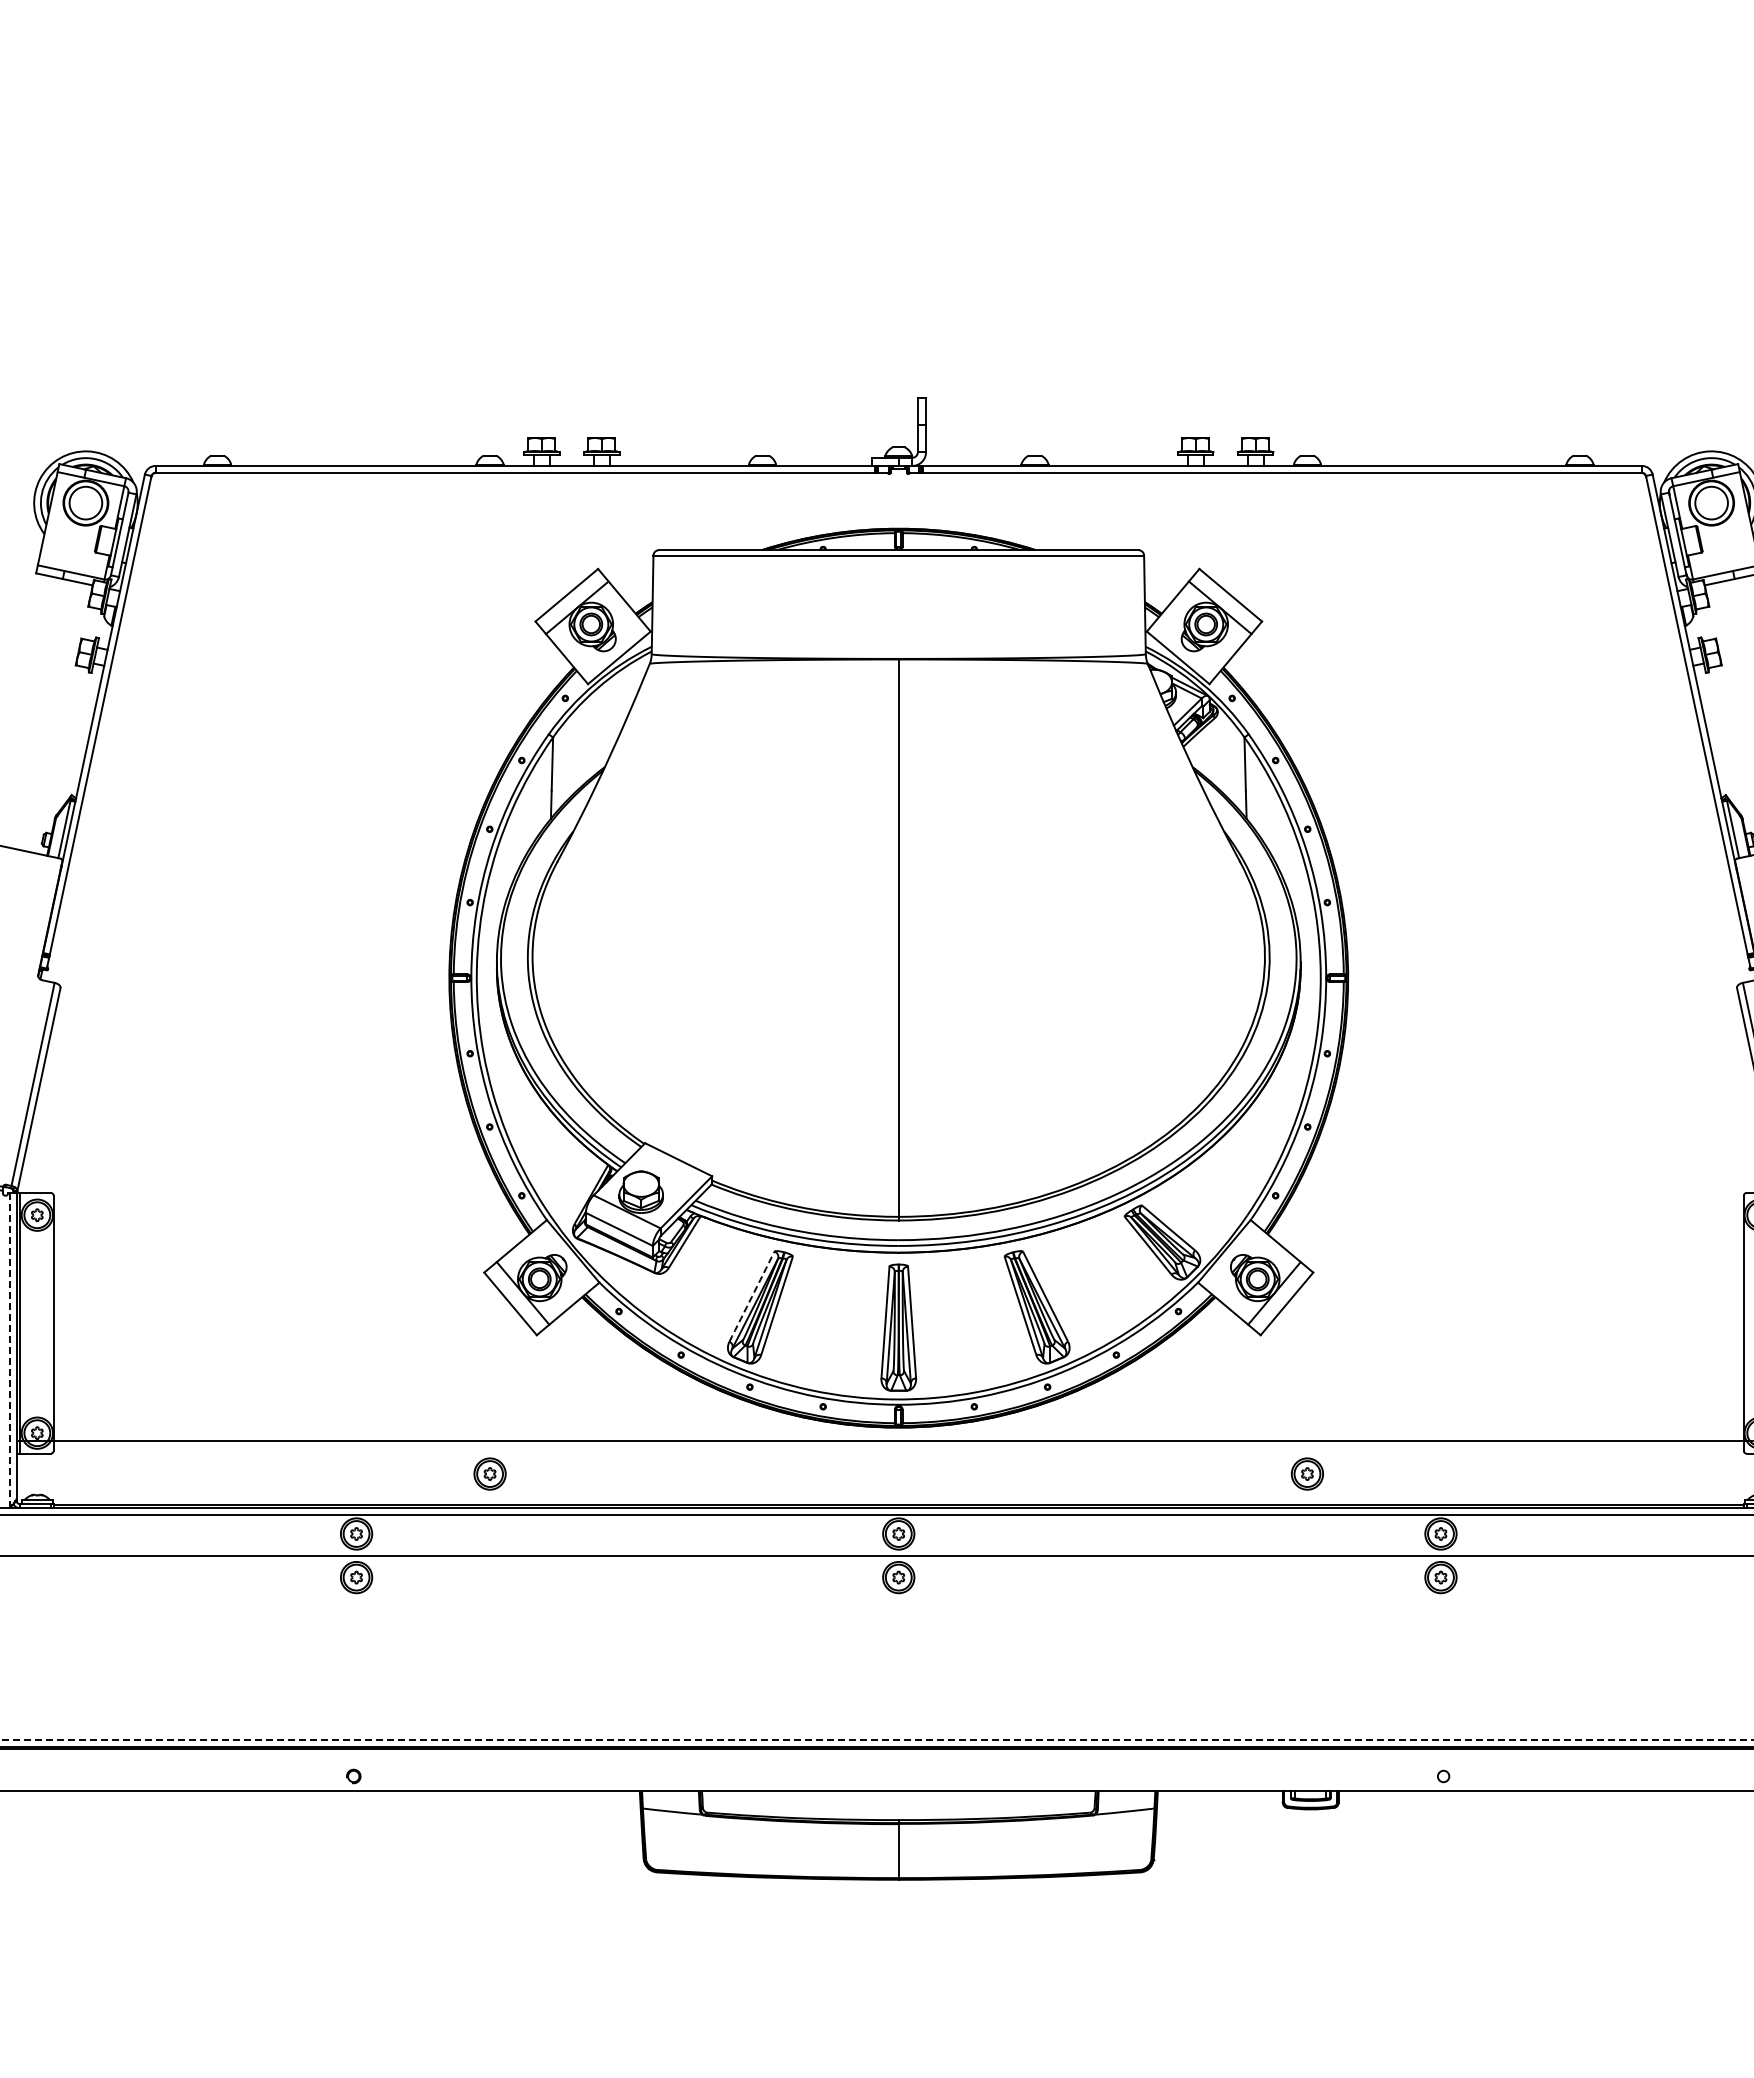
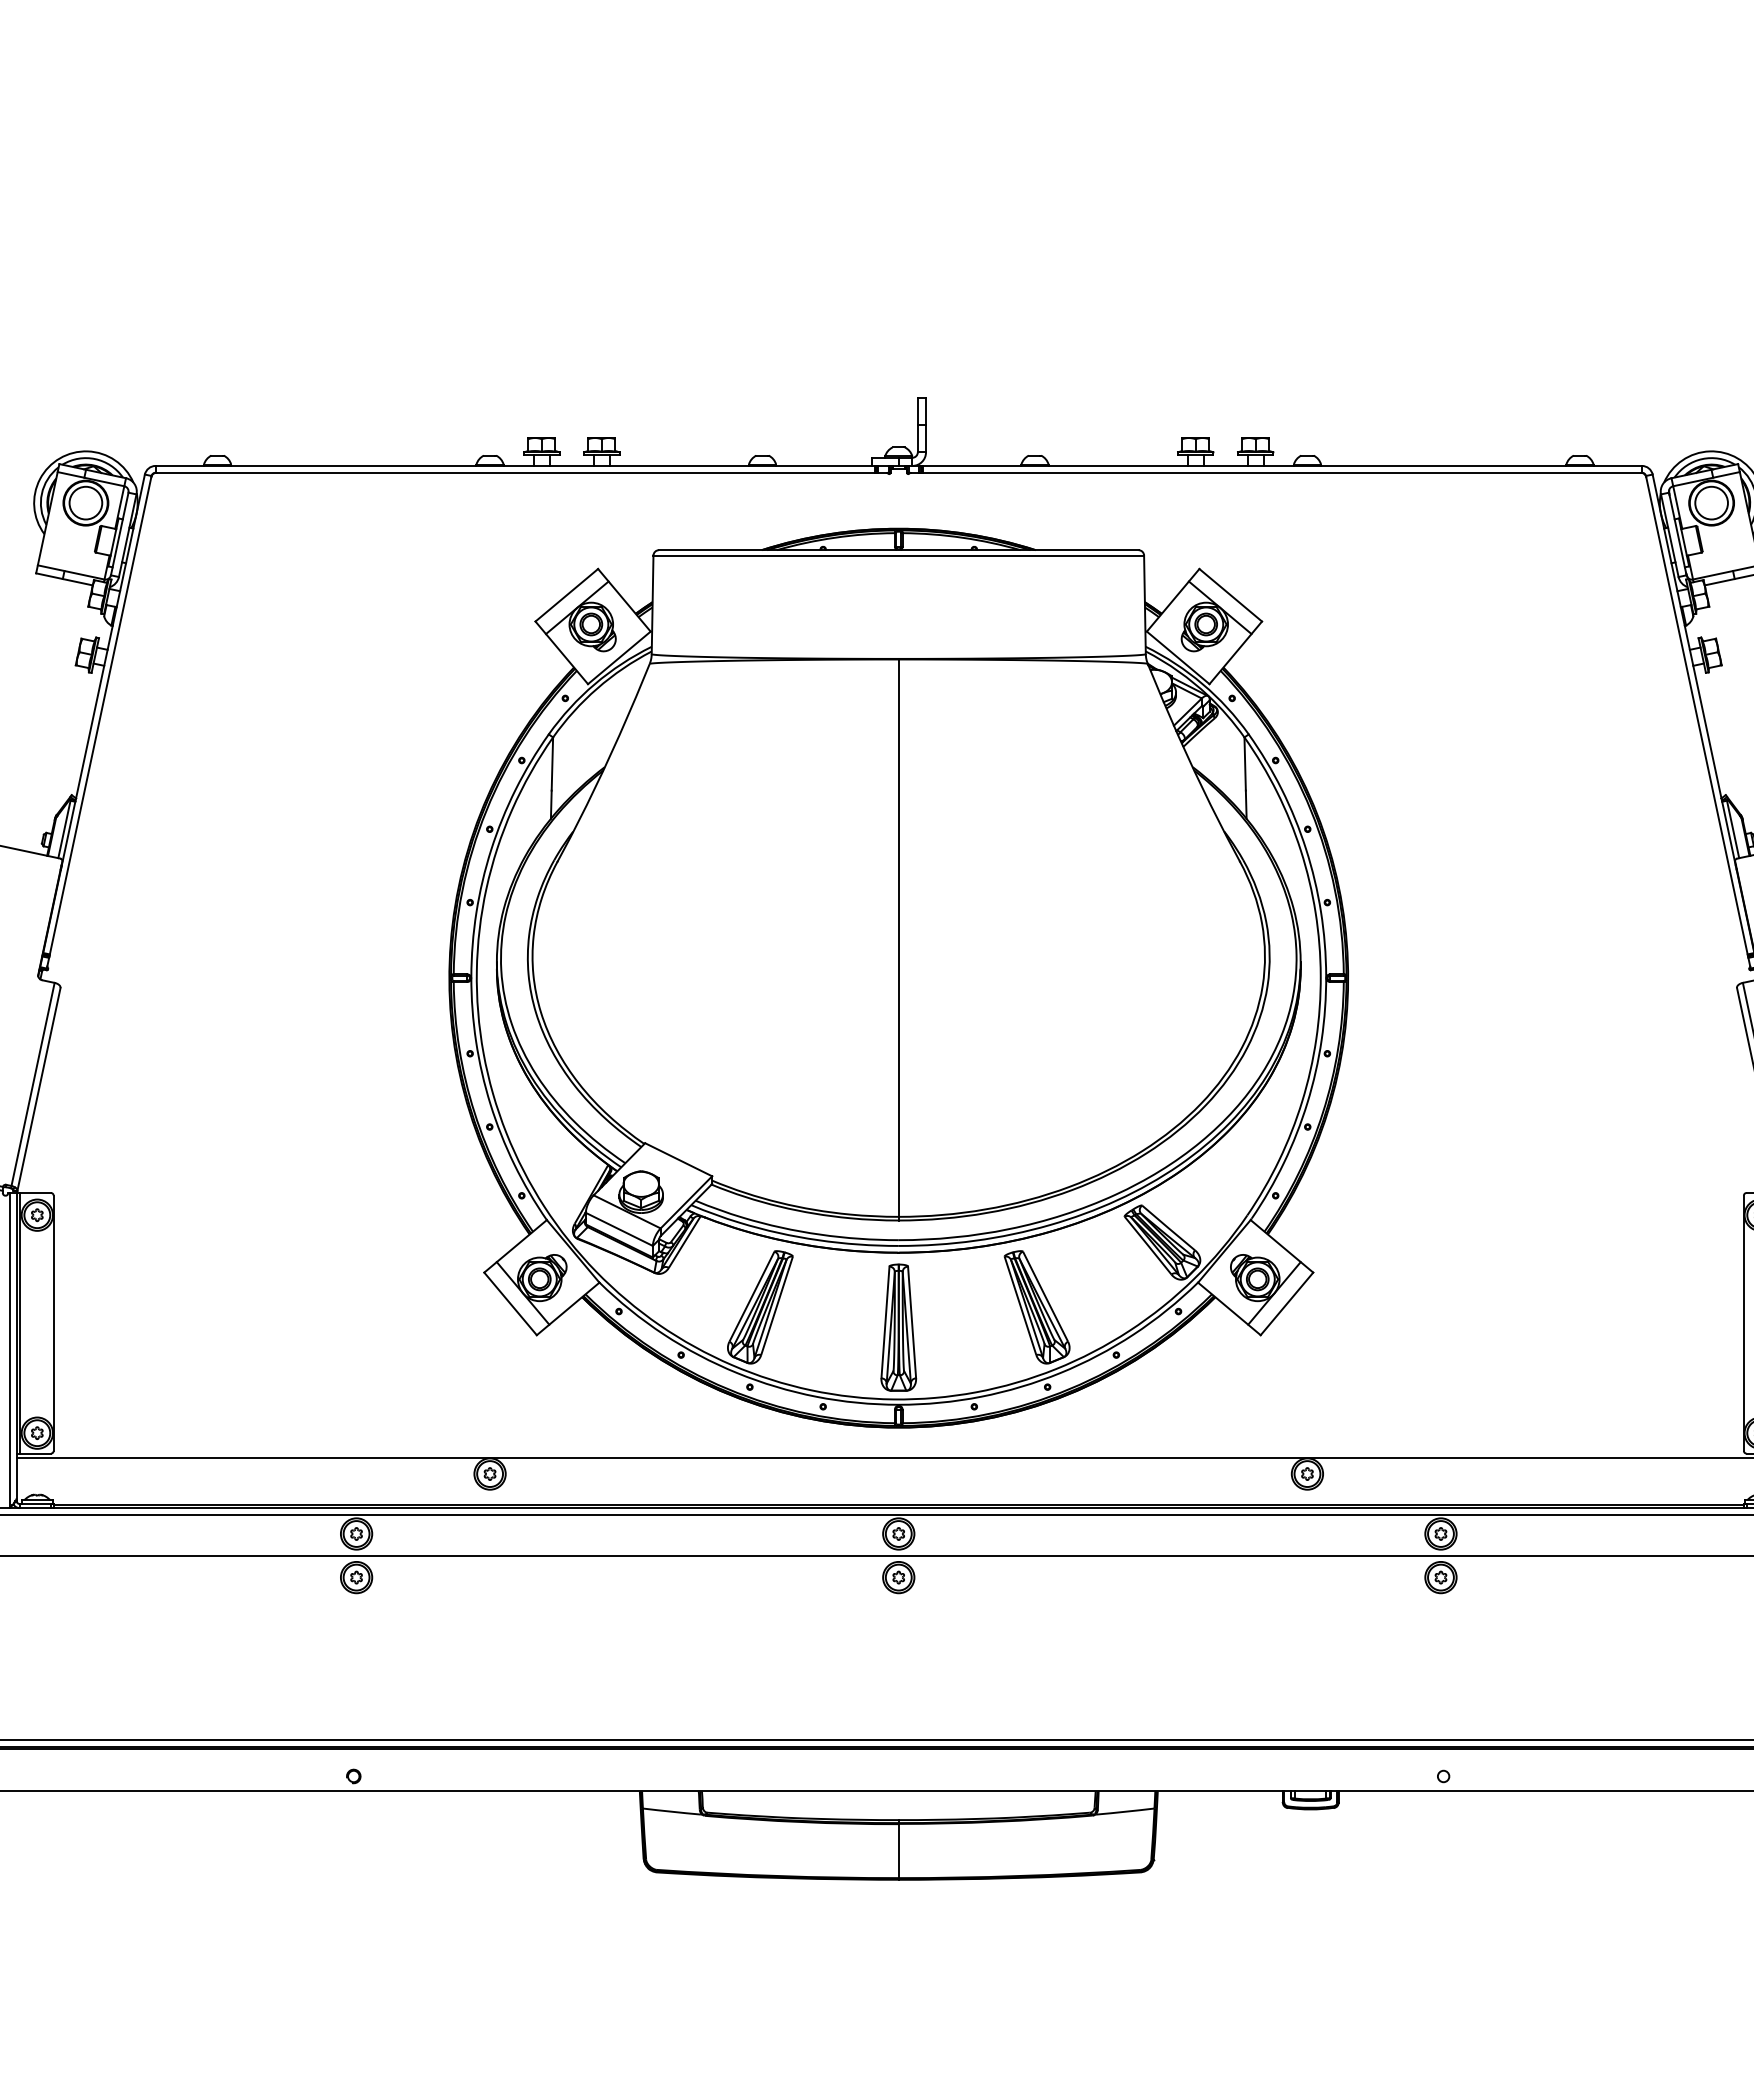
arc at (752, 1296): dashed -> solid
line at (10, 1350): dashed -> solid
line at (883, 1440) position: (883, 1440) -> (883, 1457)
line at (877, 1739): dashed -> solid
